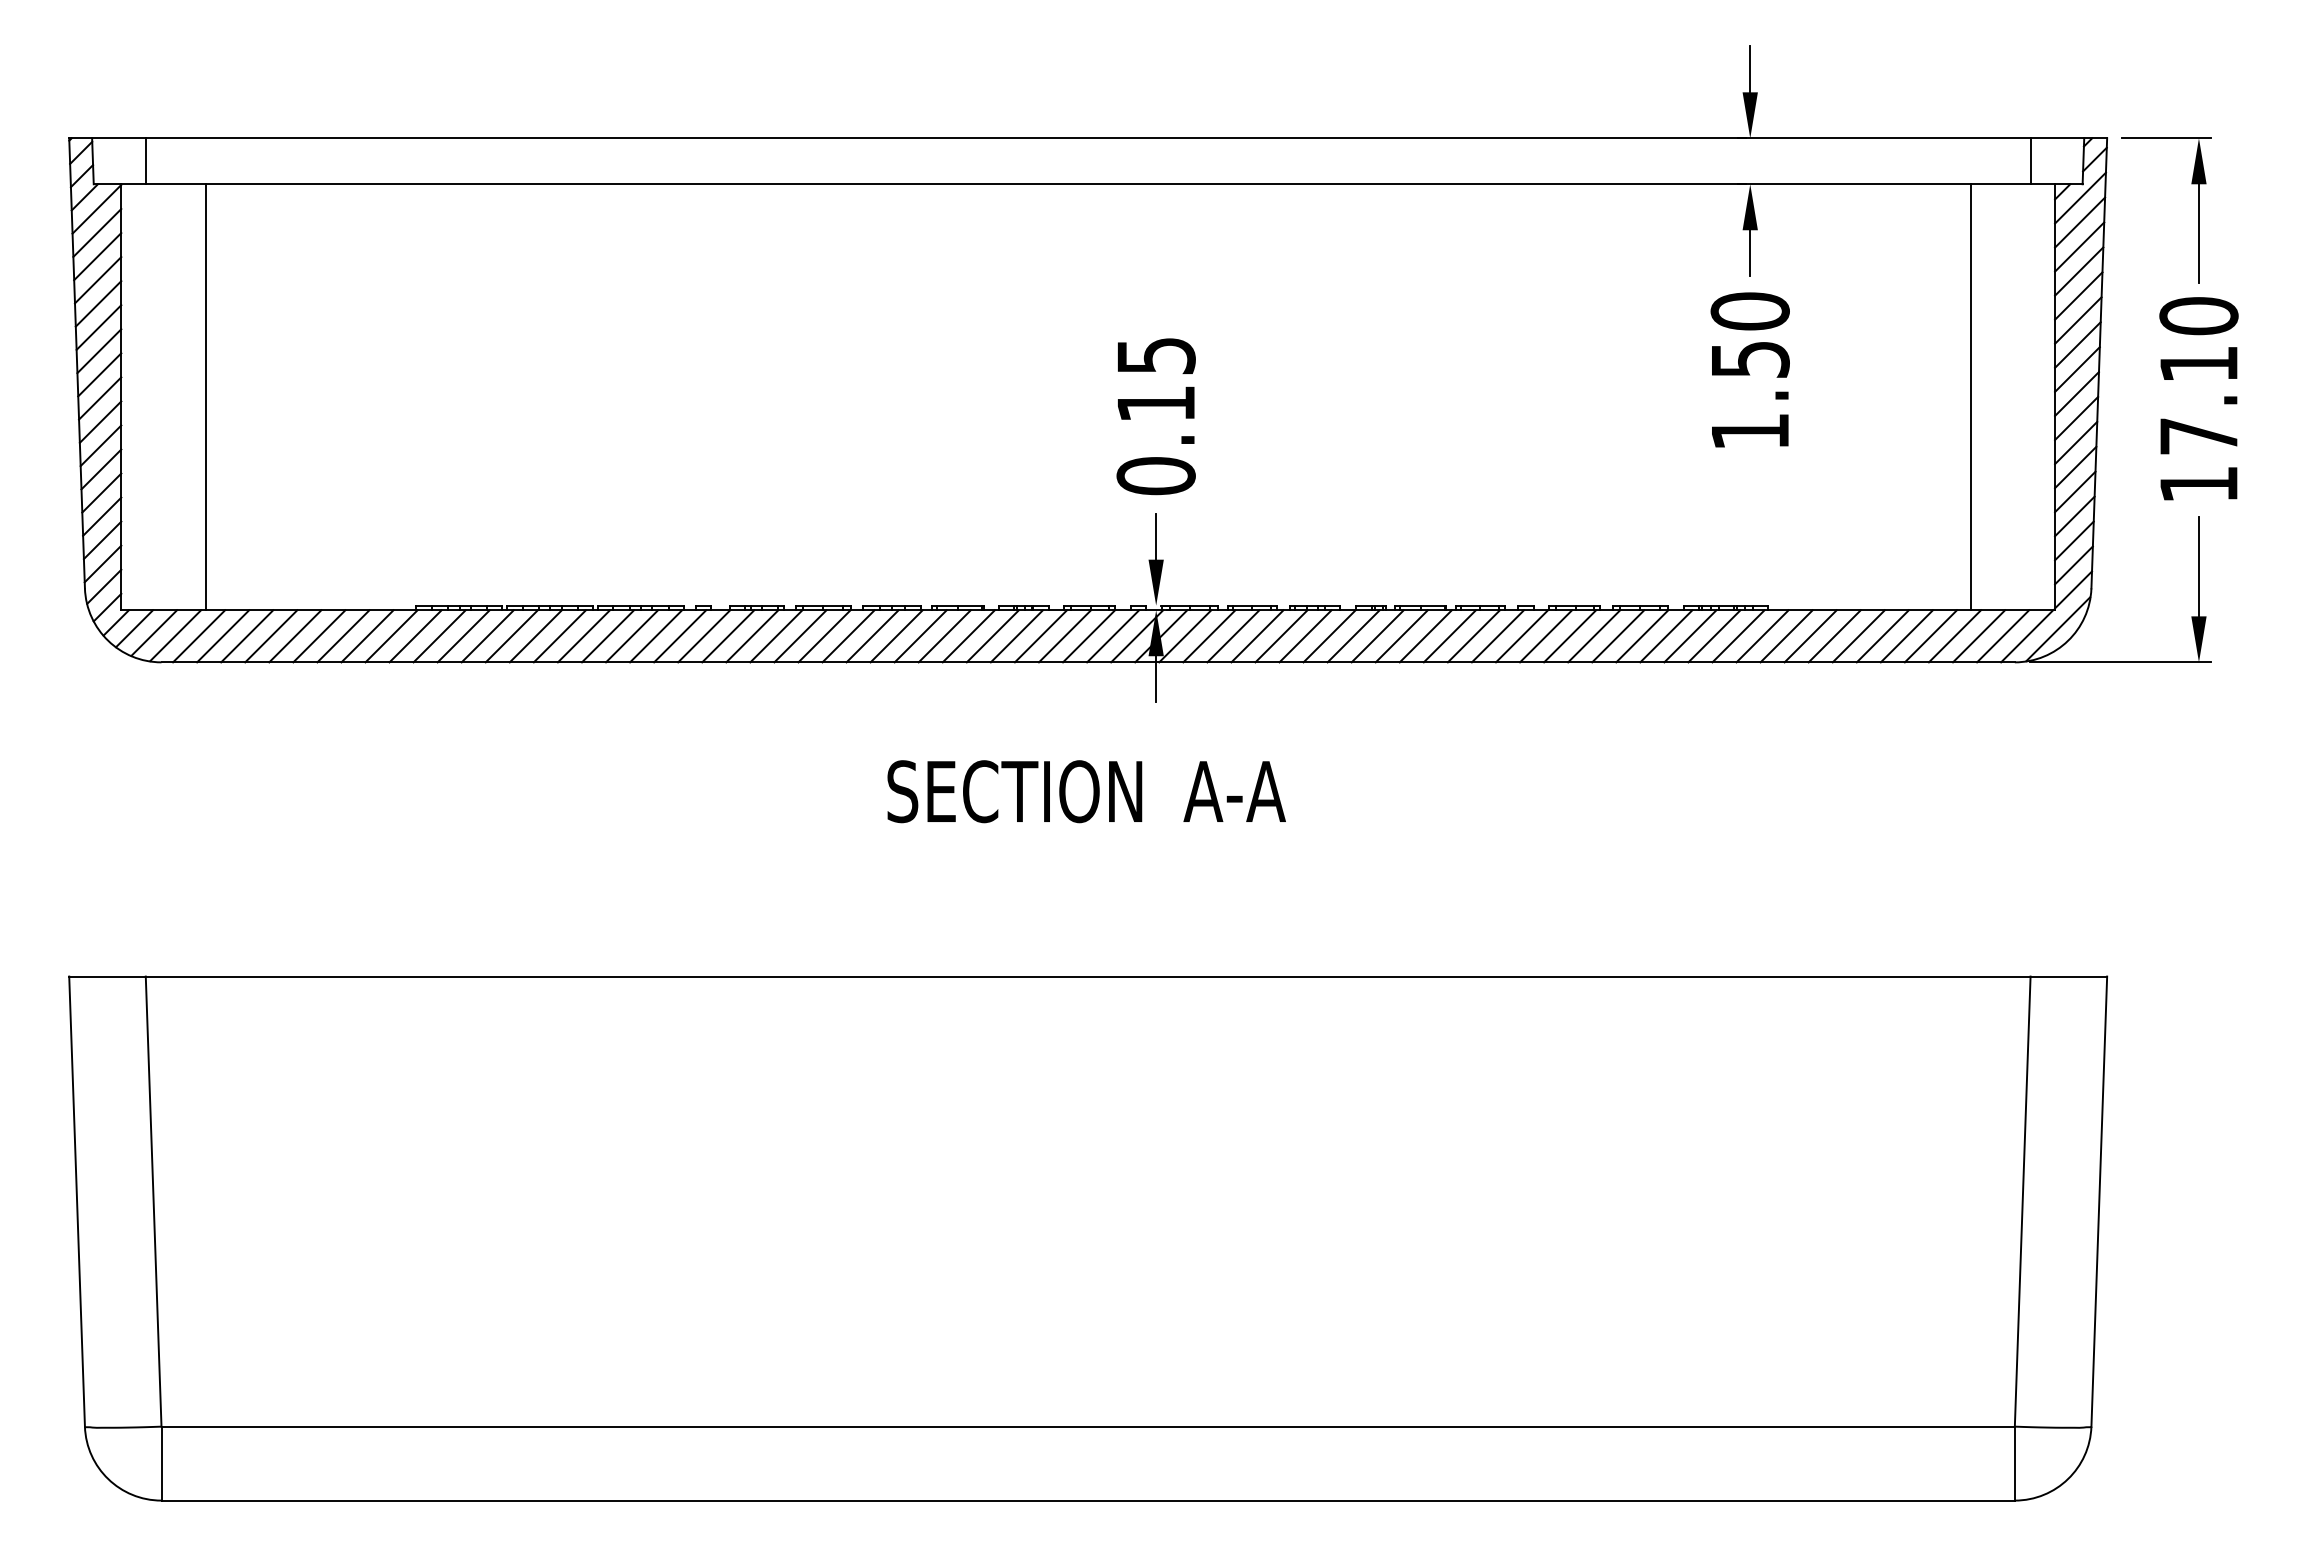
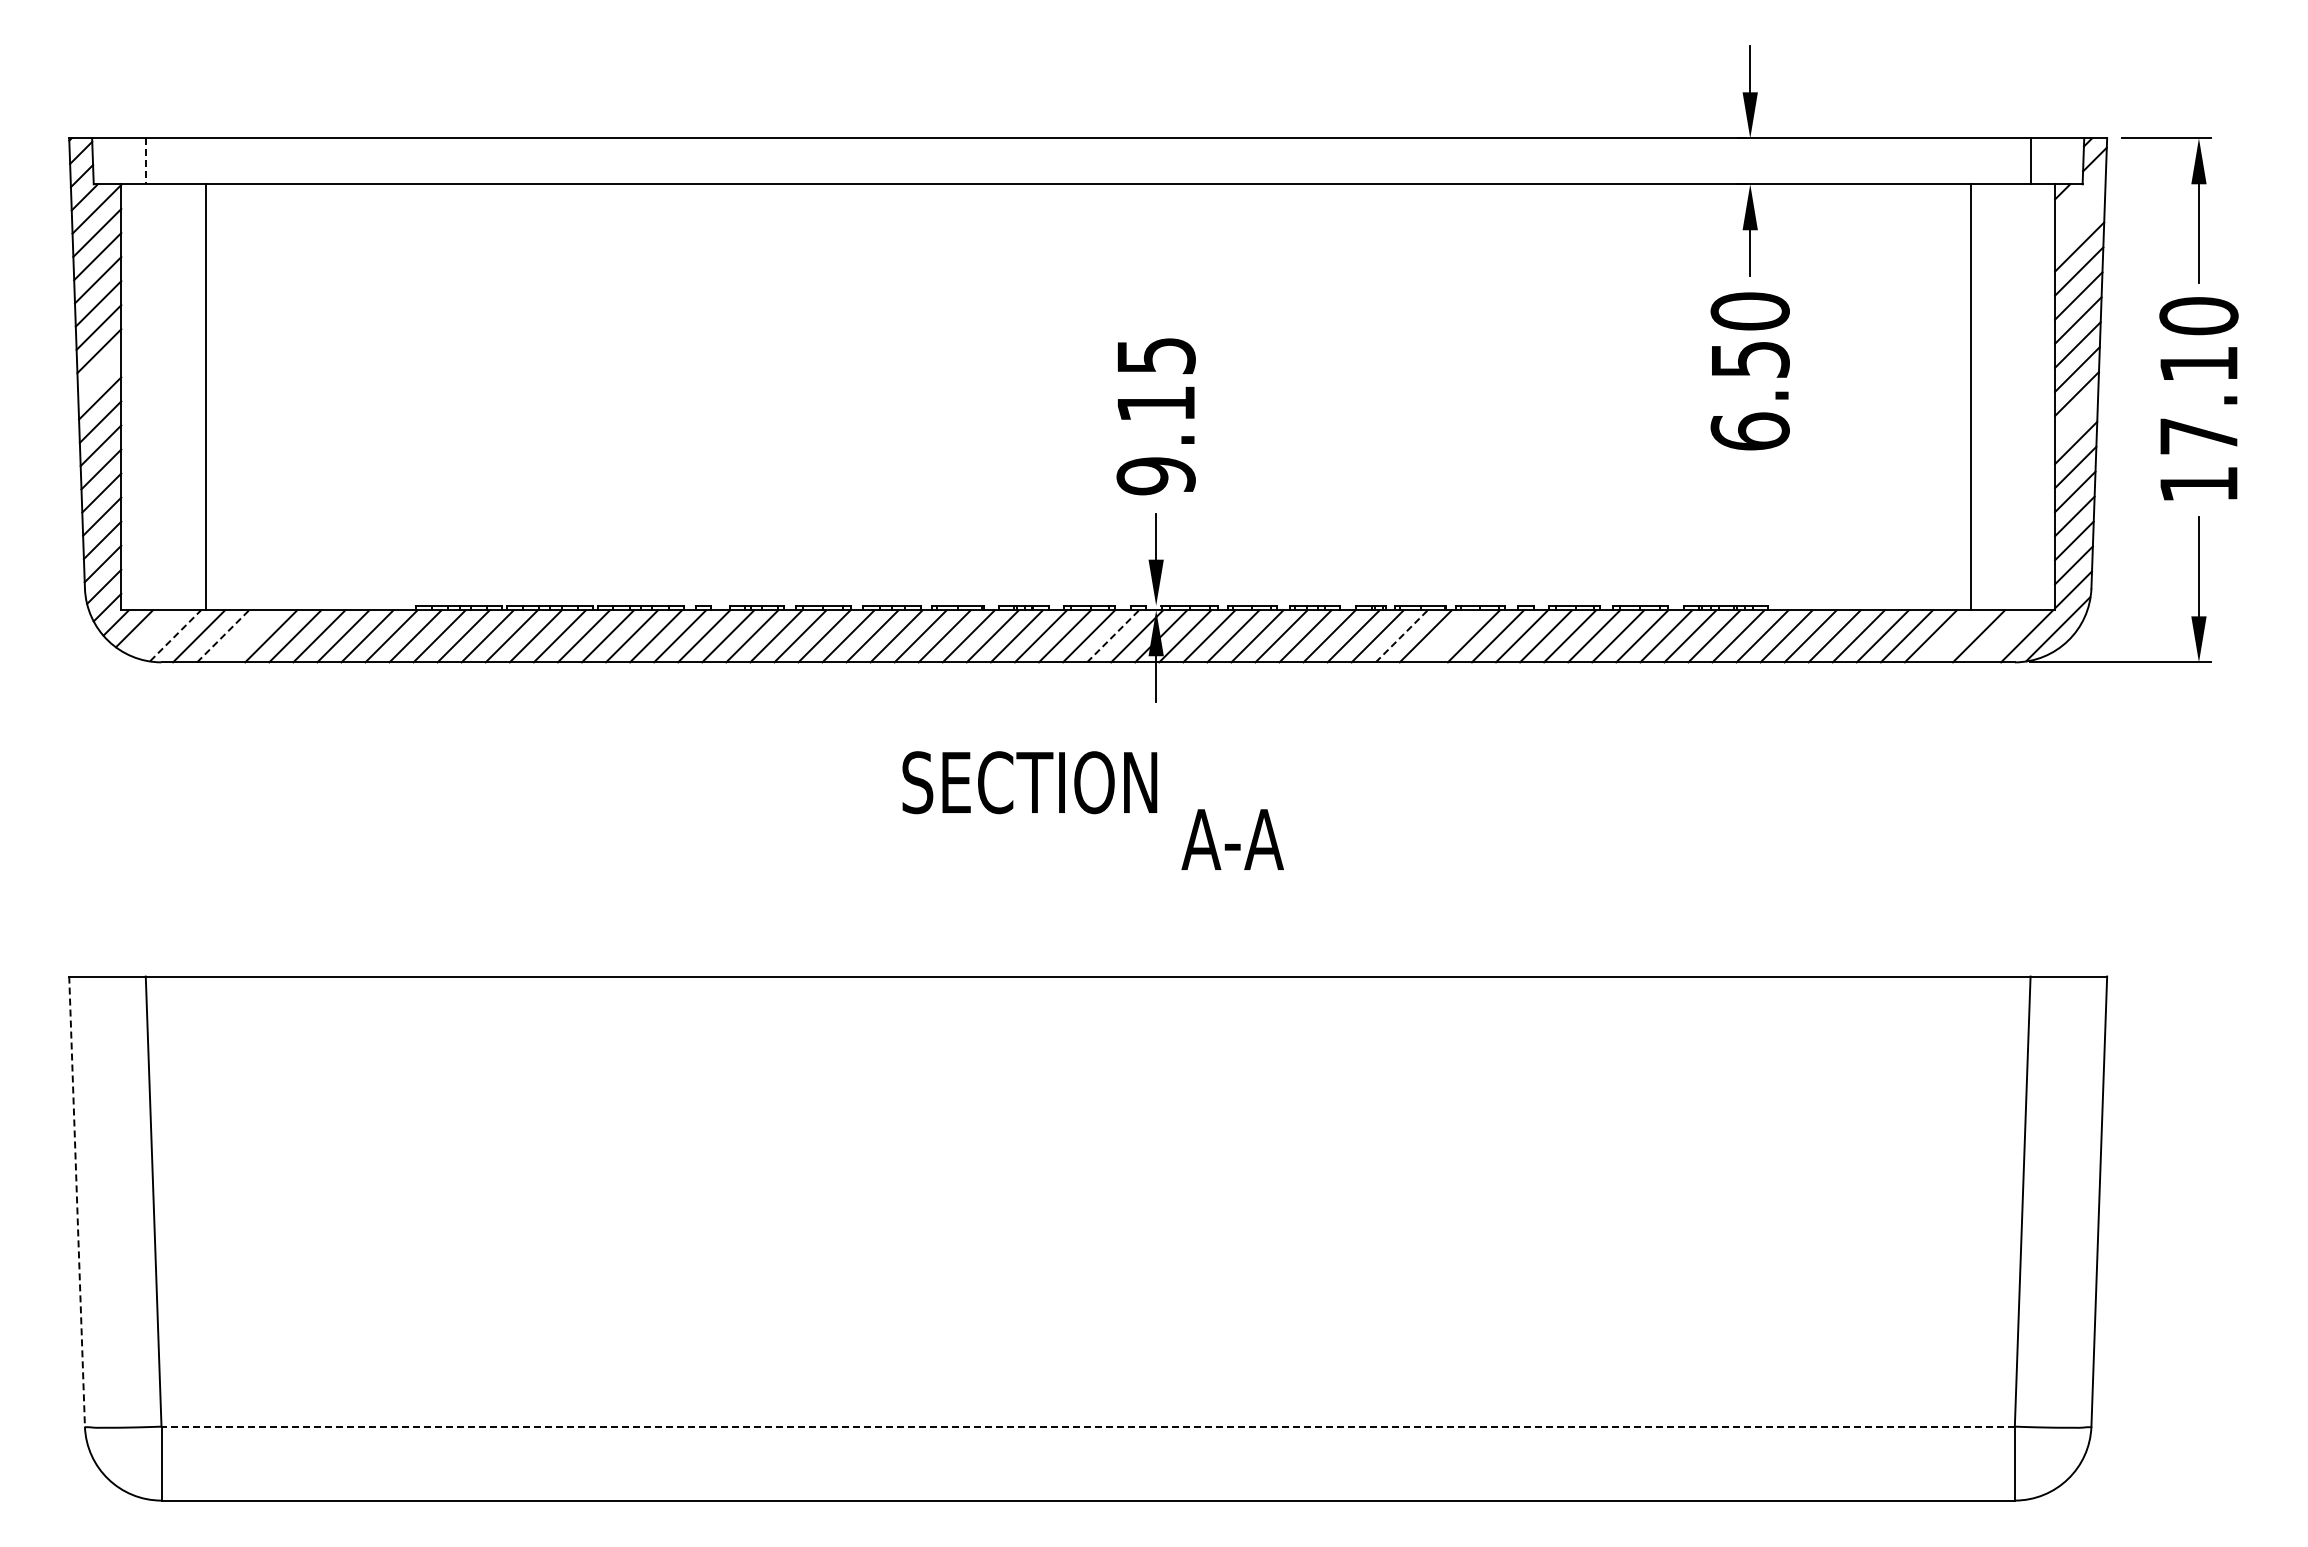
line at (145, 161): solid -> dashed
line at (2080, 197): present -> none
line at (2080, 222): present -> none
line at (99, 374): present -> none
line at (2076, 418): present -> none
text at (1749, 431): 1.50 -> 6.50
text at (1155, 476): 0.15 -> 9.15
line at (154, 632): present -> none
line at (175, 635): solid -> dashed
line at (223, 636): solid -> dashed
line at (247, 636): present -> none
line at (1113, 636): solid -> dashed
line at (1401, 636): solid -> dashed
line at (1449, 636): present -> none
line at (1954, 636): present -> none
line at (2003, 636): present -> none
text at (1014, 791) position: (1014, 791) -> (1029, 782)
text at (1234, 791) position: (1234, 791) -> (1232, 839)
line at (77, 1202): solid -> dashed
line at (1088, 1426): solid -> dashed
